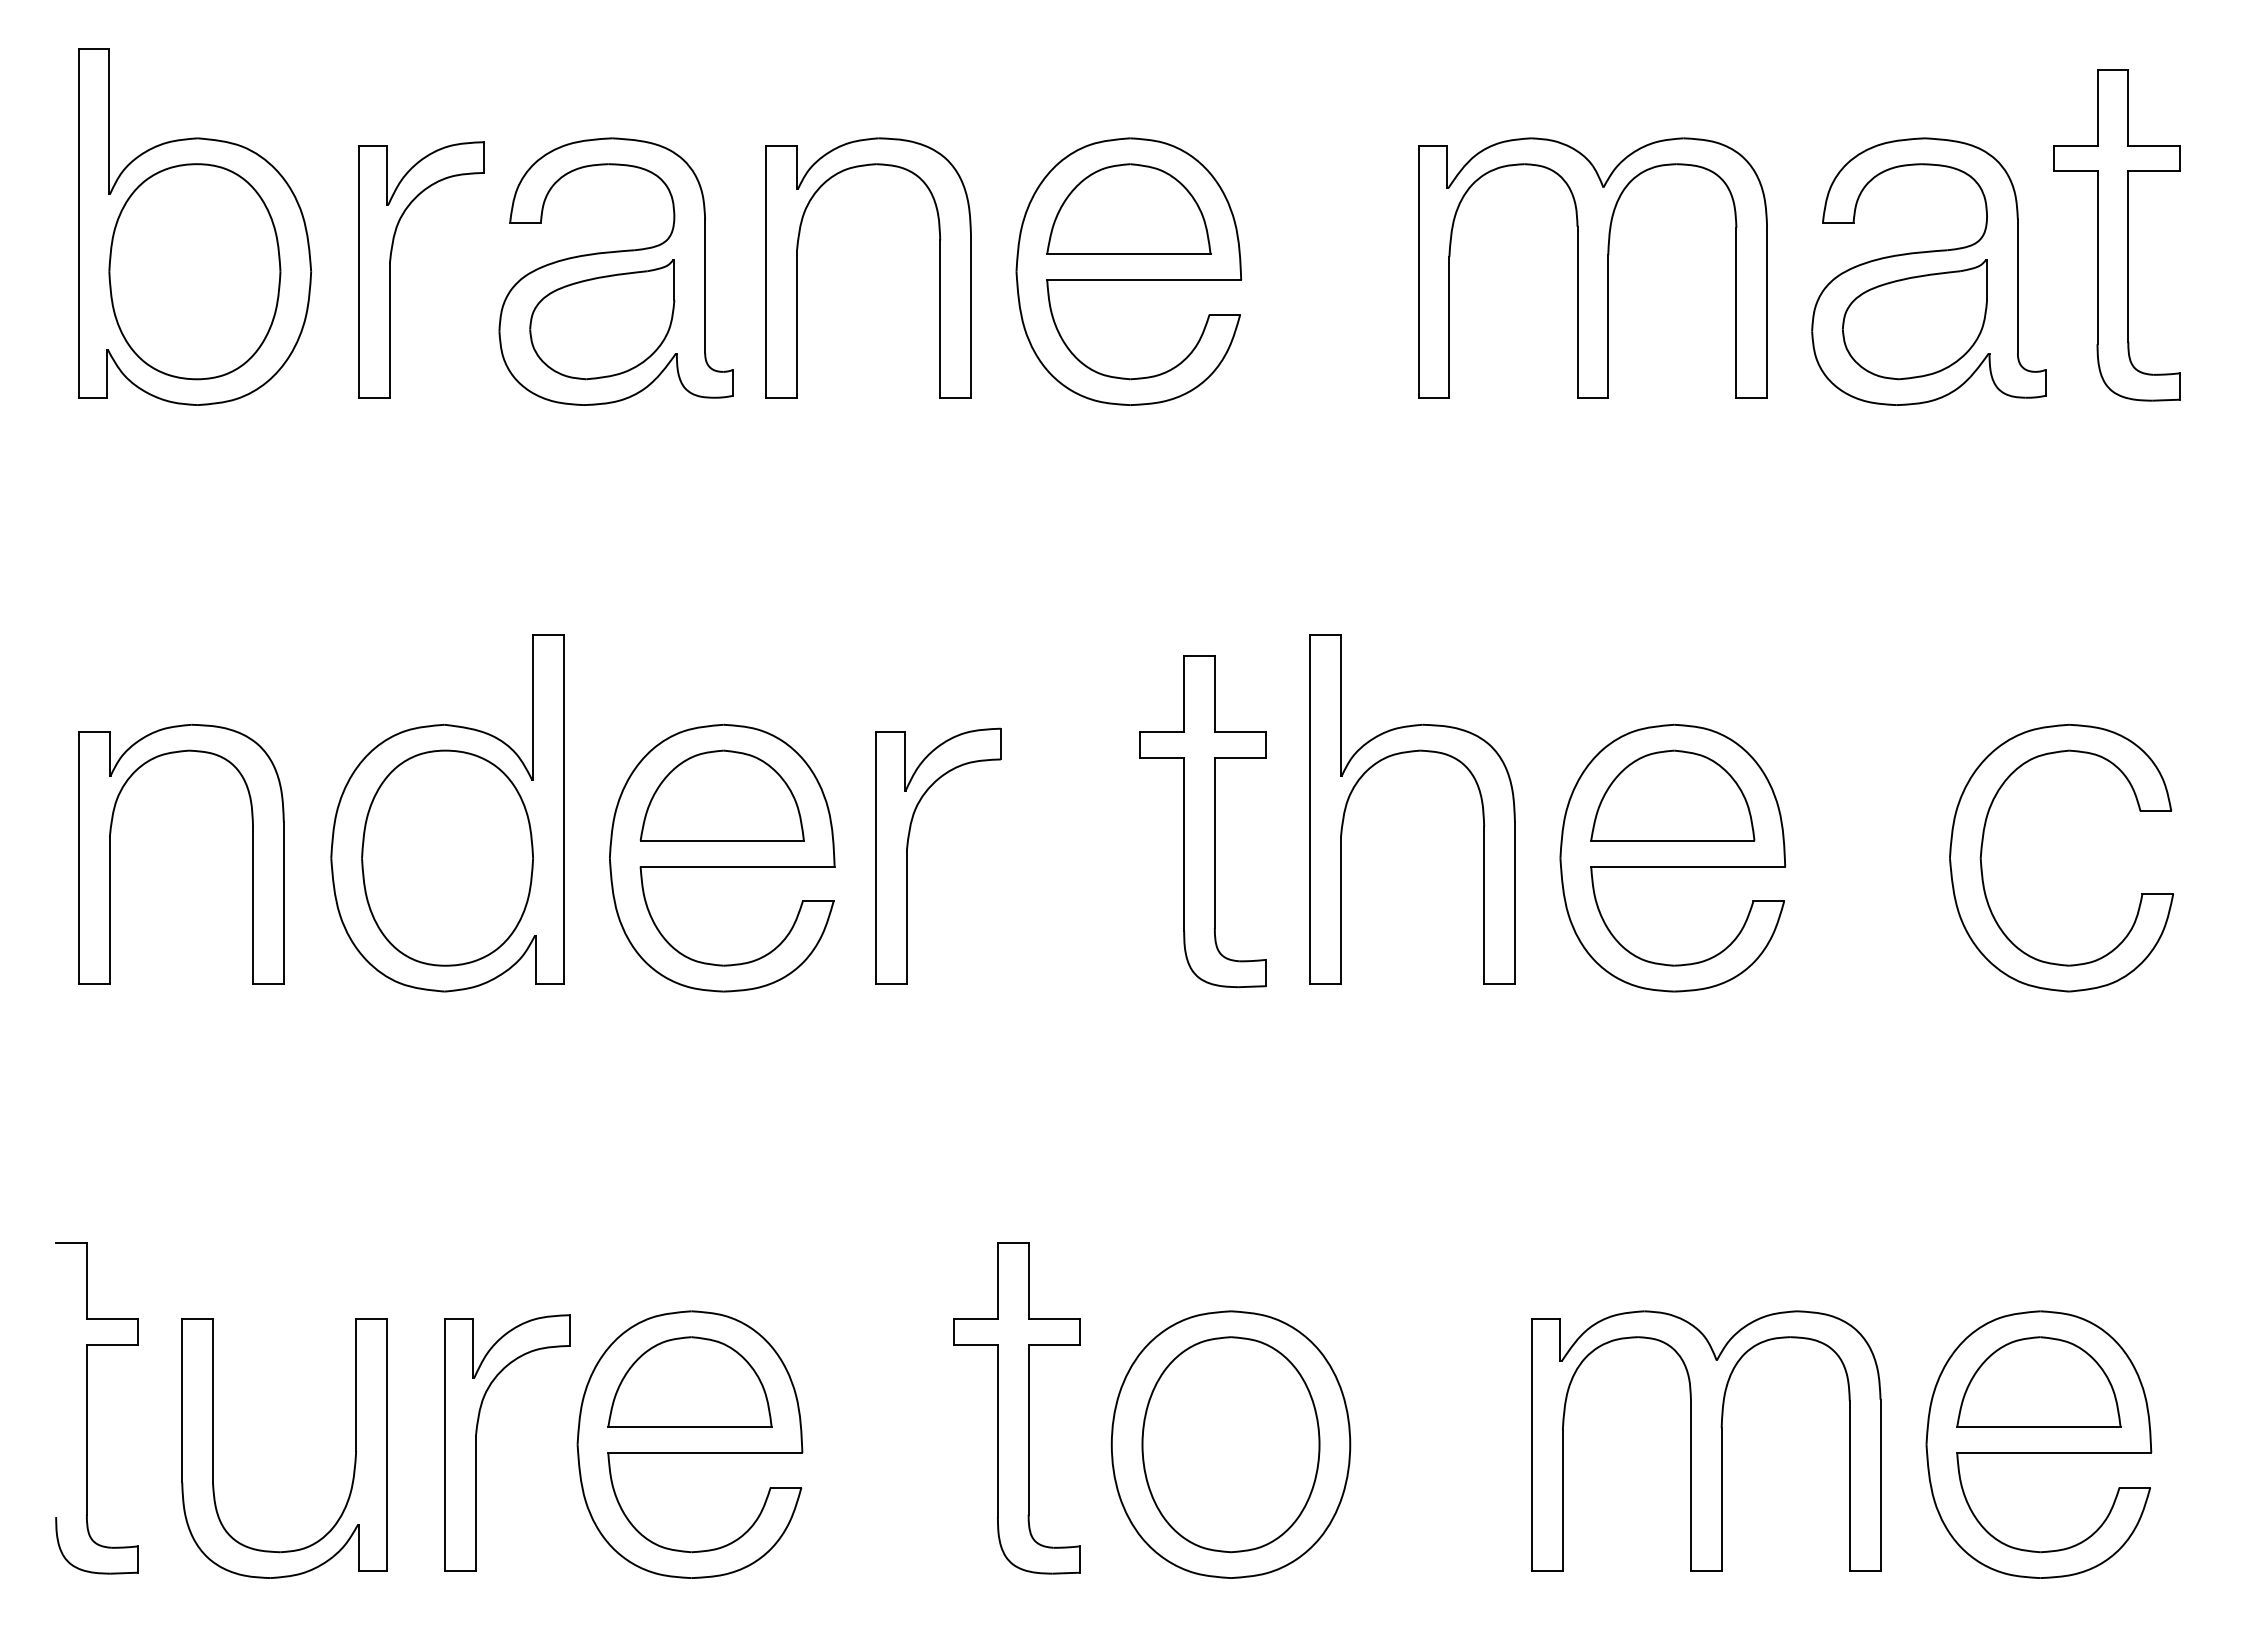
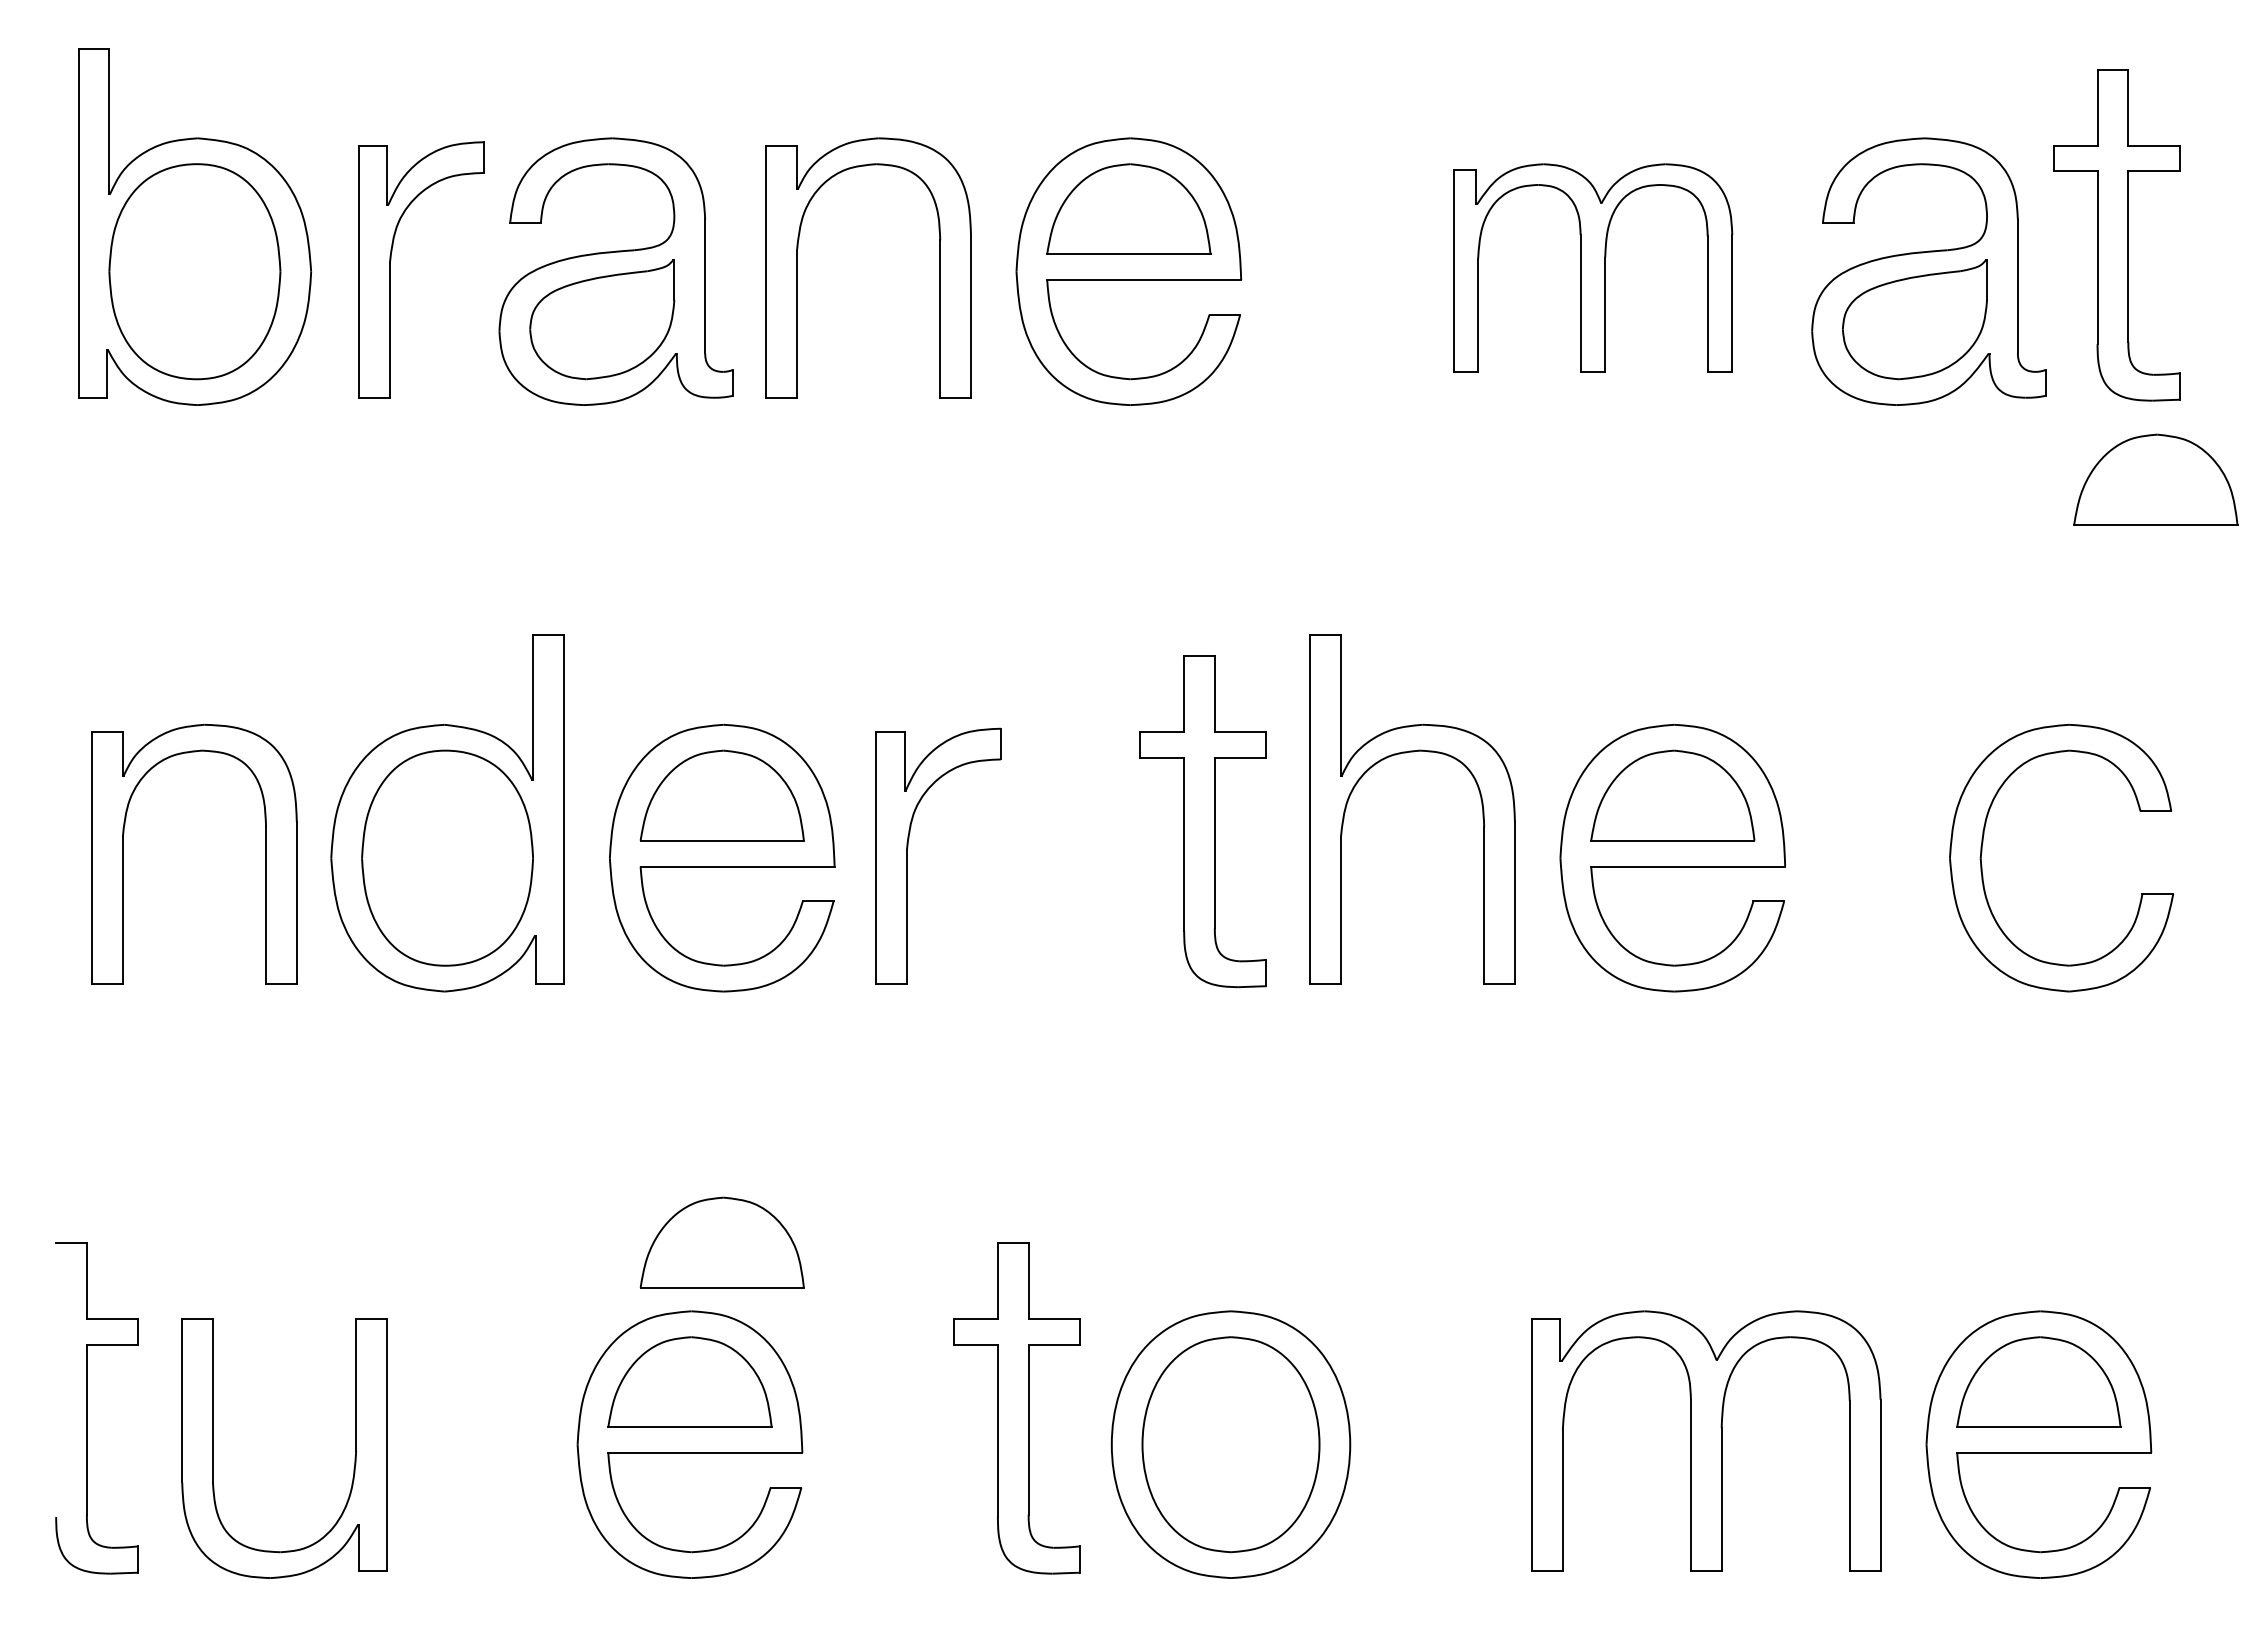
part at (1592, 267) size: 350x262 px -> 281x210 px
part at (2155, 479): none -> present
part at (110, 853) position: (110, 853) -> (123, 853)
part at (721, 1242): none -> present
part at (476, 1442): present -> none
